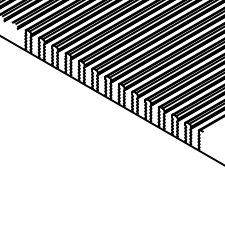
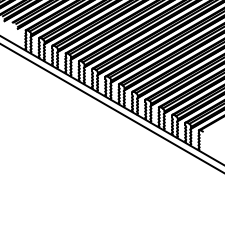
line at (111, 107): none -> present
